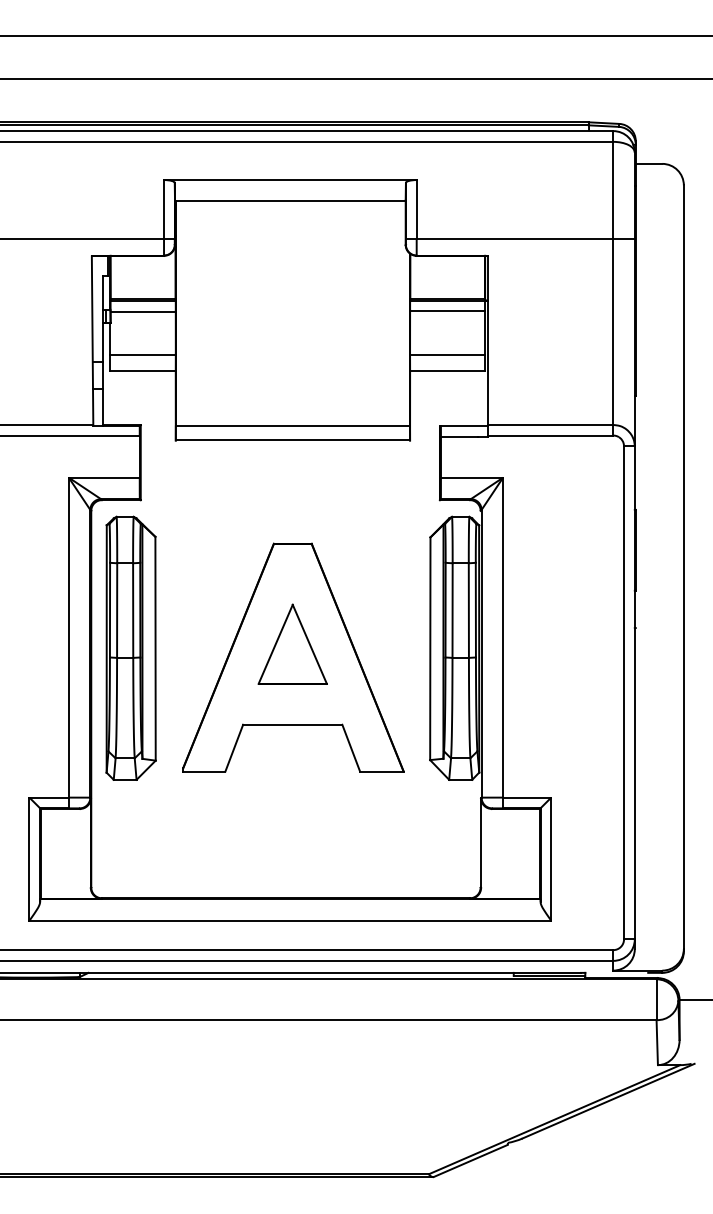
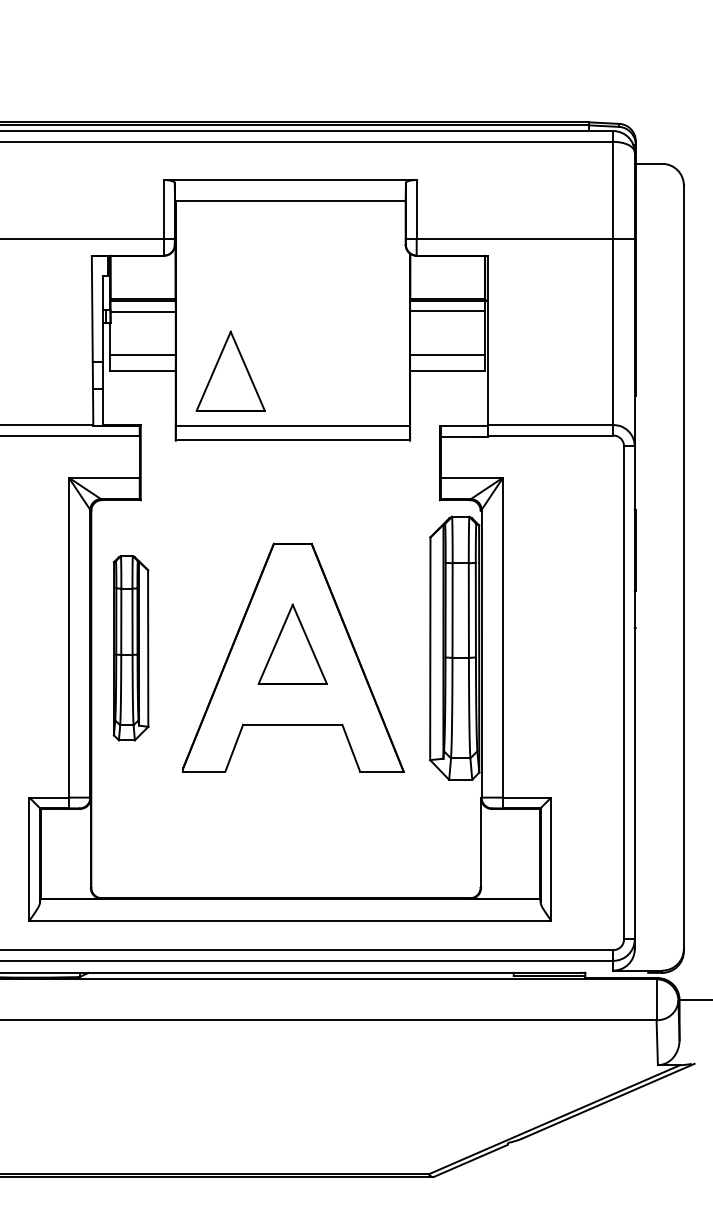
line at (355, 36): present -> none
line at (355, 79): present -> none
part at (230, 370): none -> present
part at (130, 647) size: 52x266 px -> 38x187 px
